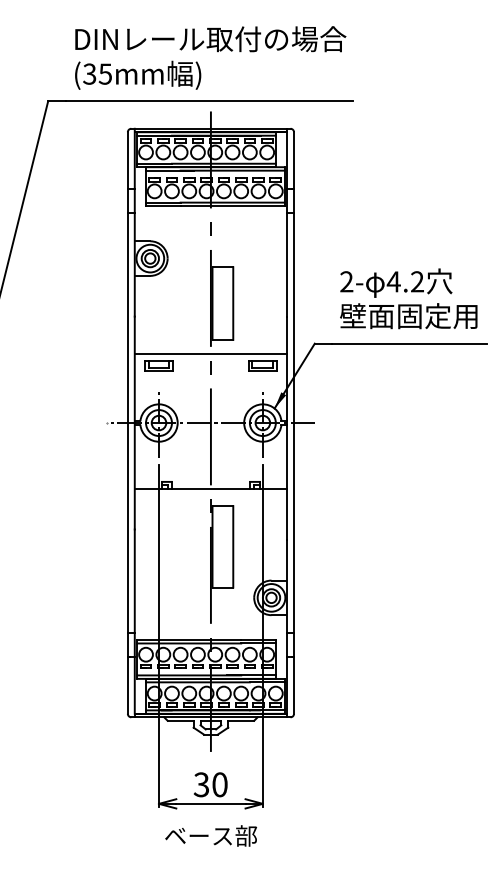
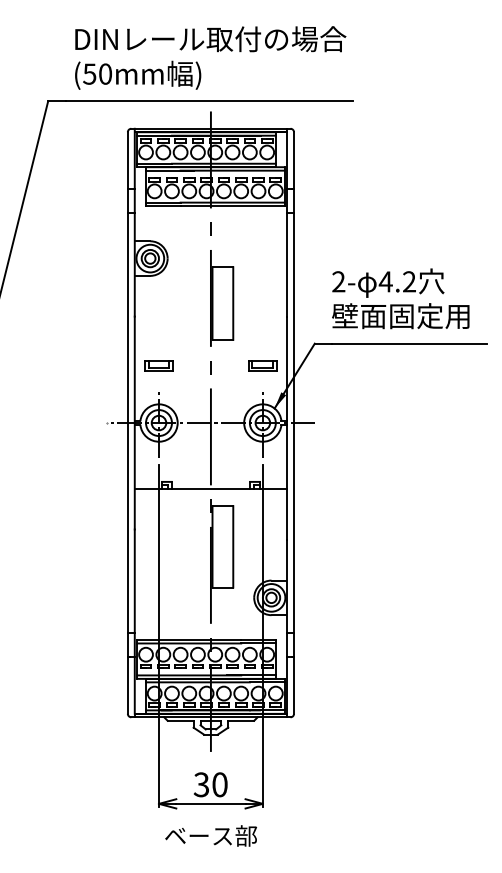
text at (97, 73): (35mm -> (50mm
text at (408, 298) position: (408, 298) -> (400, 298)
line at (210, 353): present -> none
